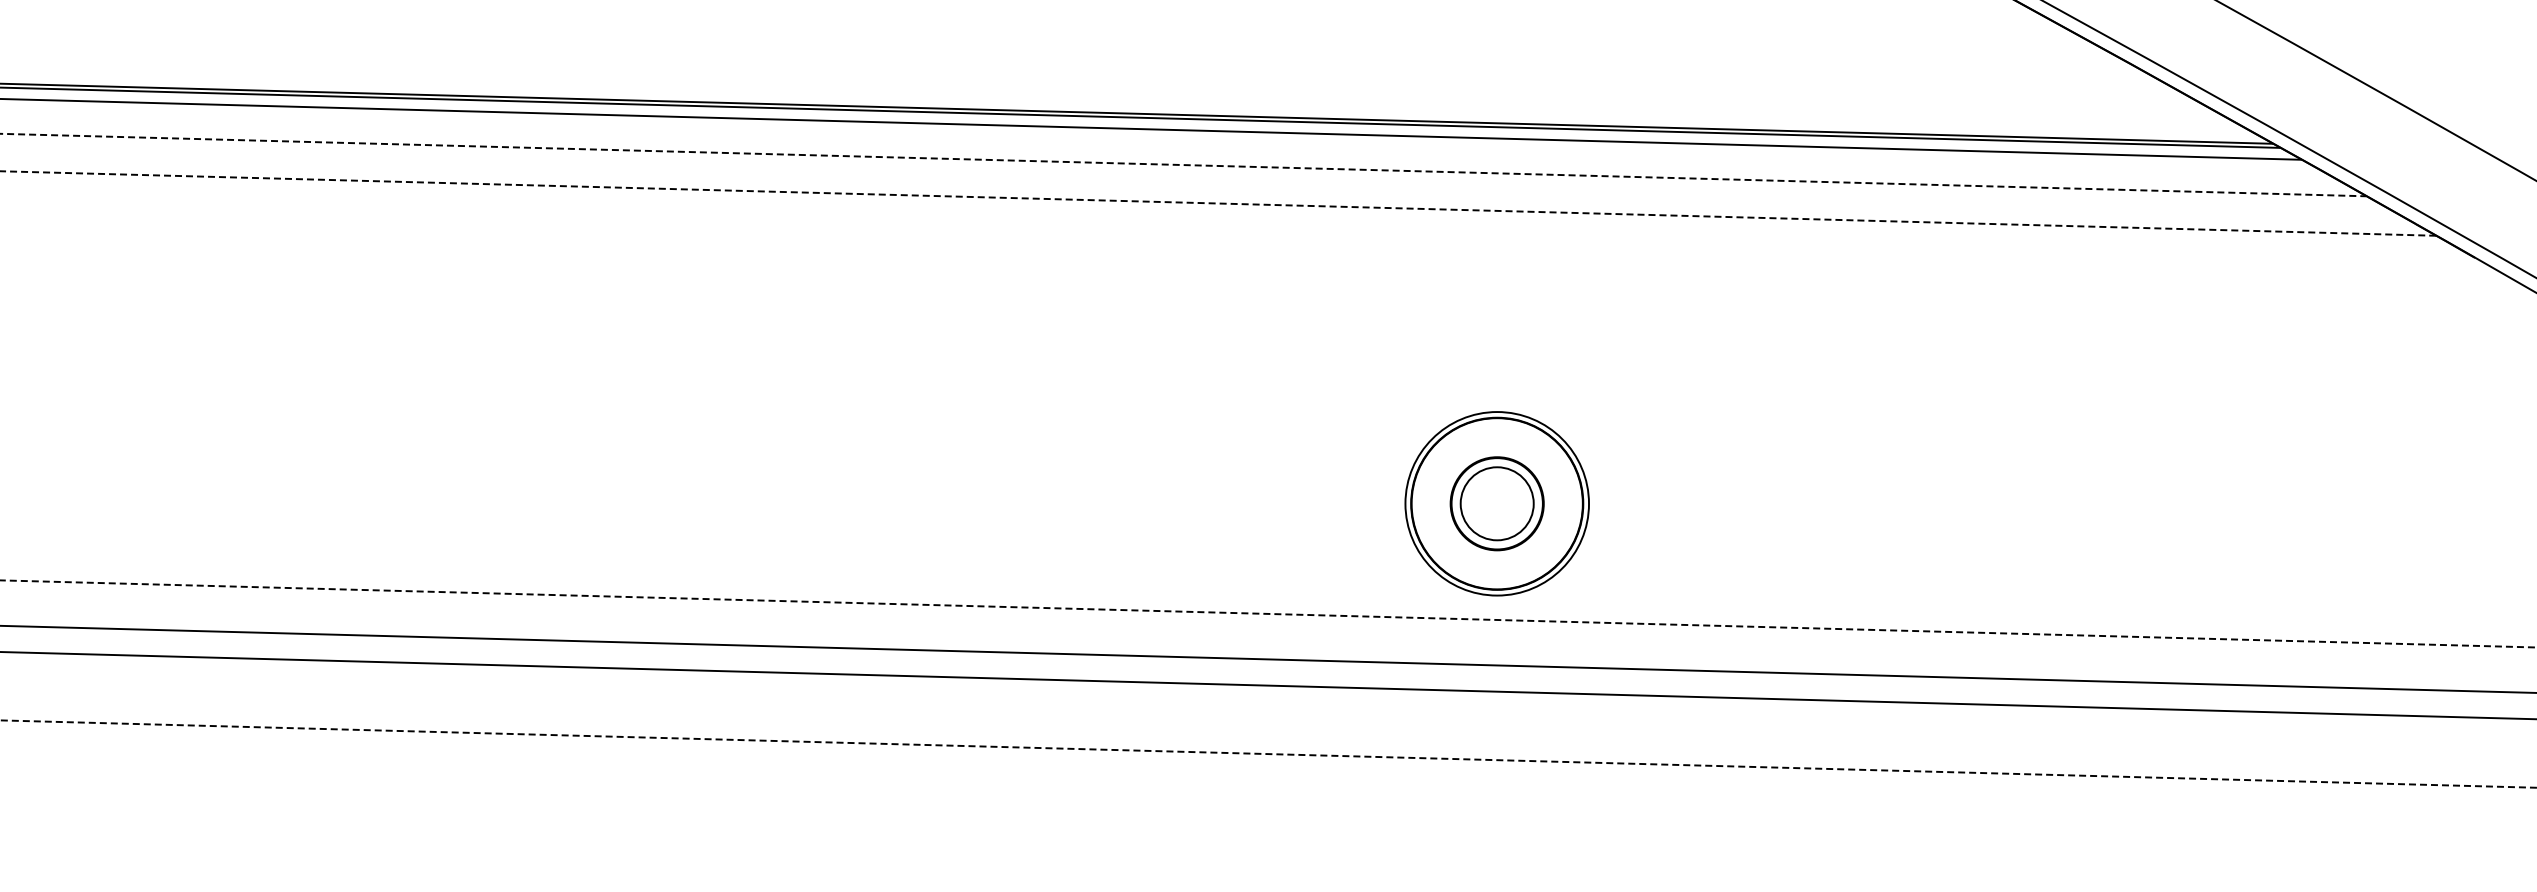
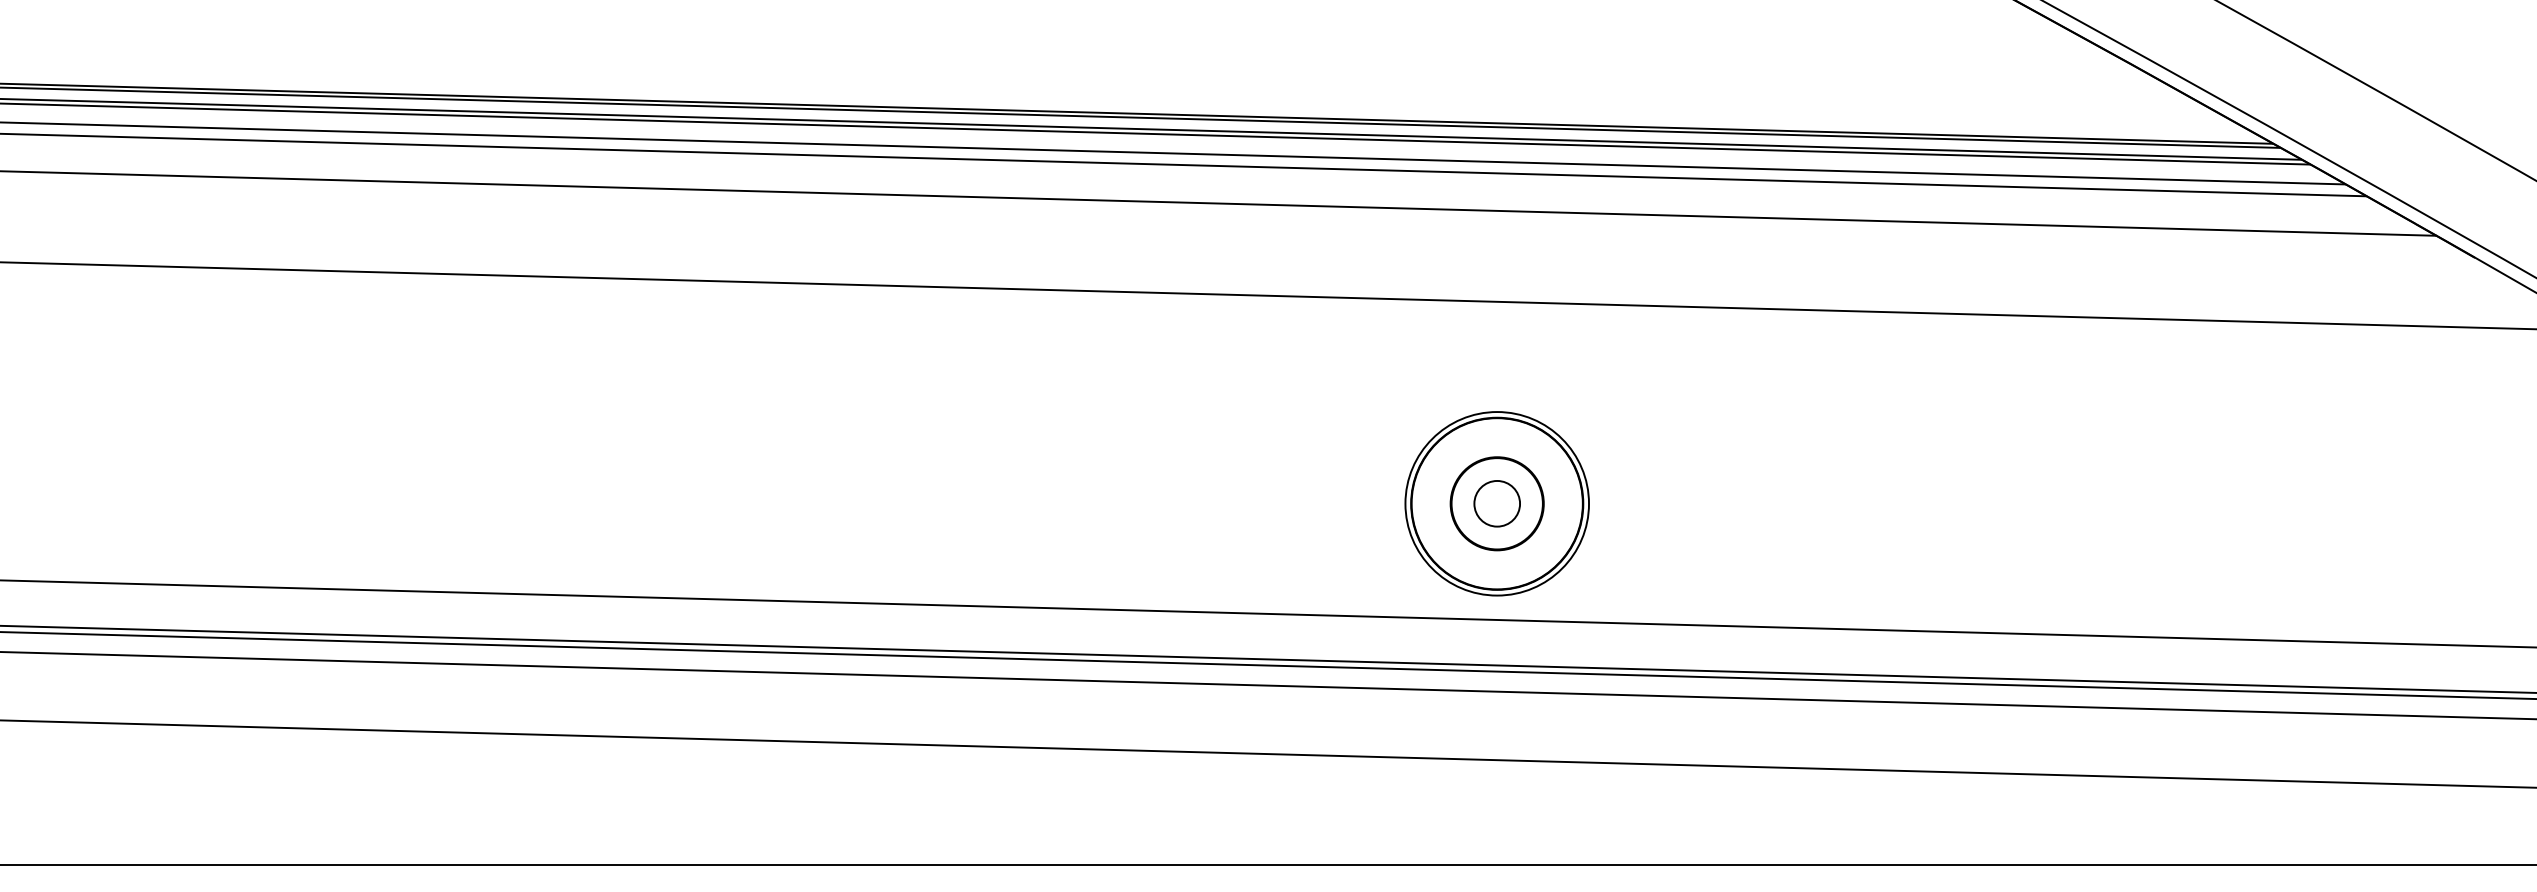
line at (1155, 133): none -> present
line at (1173, 153): none -> present
line at (1183, 165): dashed -> solid
line at (1217, 203): dashed -> solid
line at (1267, 295): none -> present
circle at (1496, 503) diameter: 73 px -> 46 px
line at (1268, 613): dashed -> solid
line at (1267, 665): none -> present
line at (1268, 754): dashed -> solid
line at (1267, 865): none -> present
